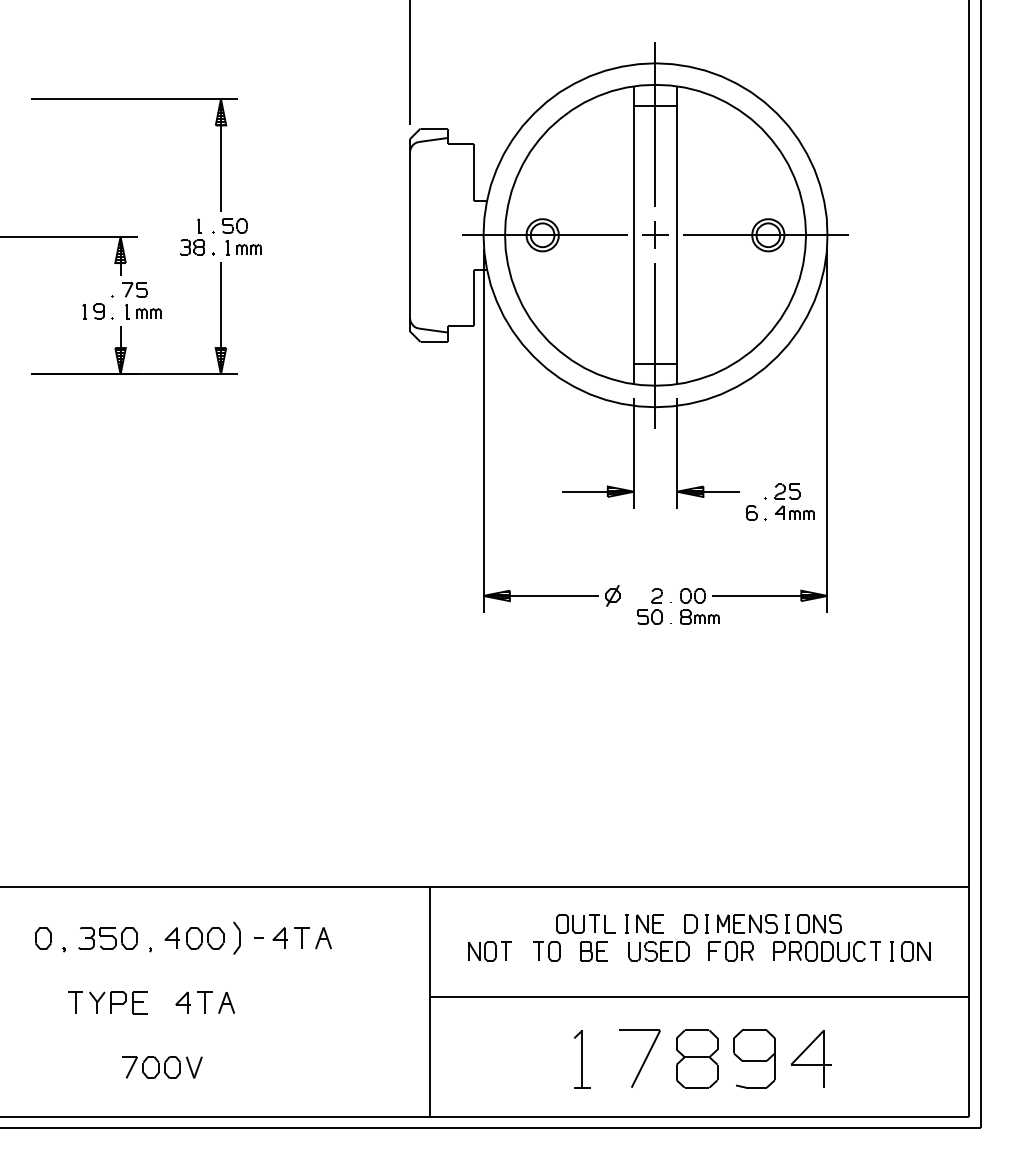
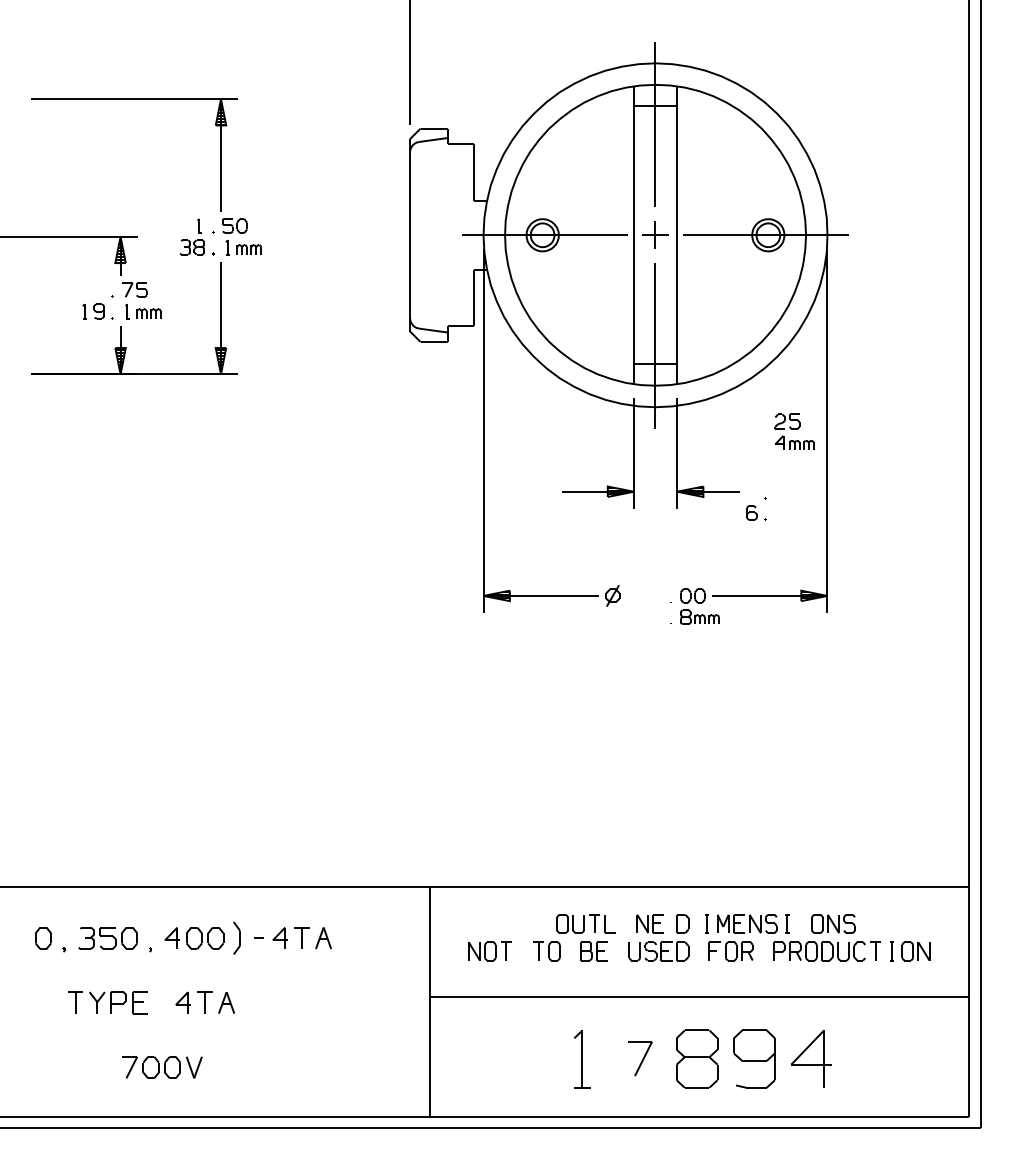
part at (794, 501) position: (794, 501) -> (794, 431)
part at (649, 606): present -> none
line at (626, 923): present -> none
part at (690, 923) position: (690, 923) -> (682, 923)
part at (819, 923) position: (819, 923) -> (833, 923)
part at (639, 1058) size: 42x59 px -> 25x36 px
